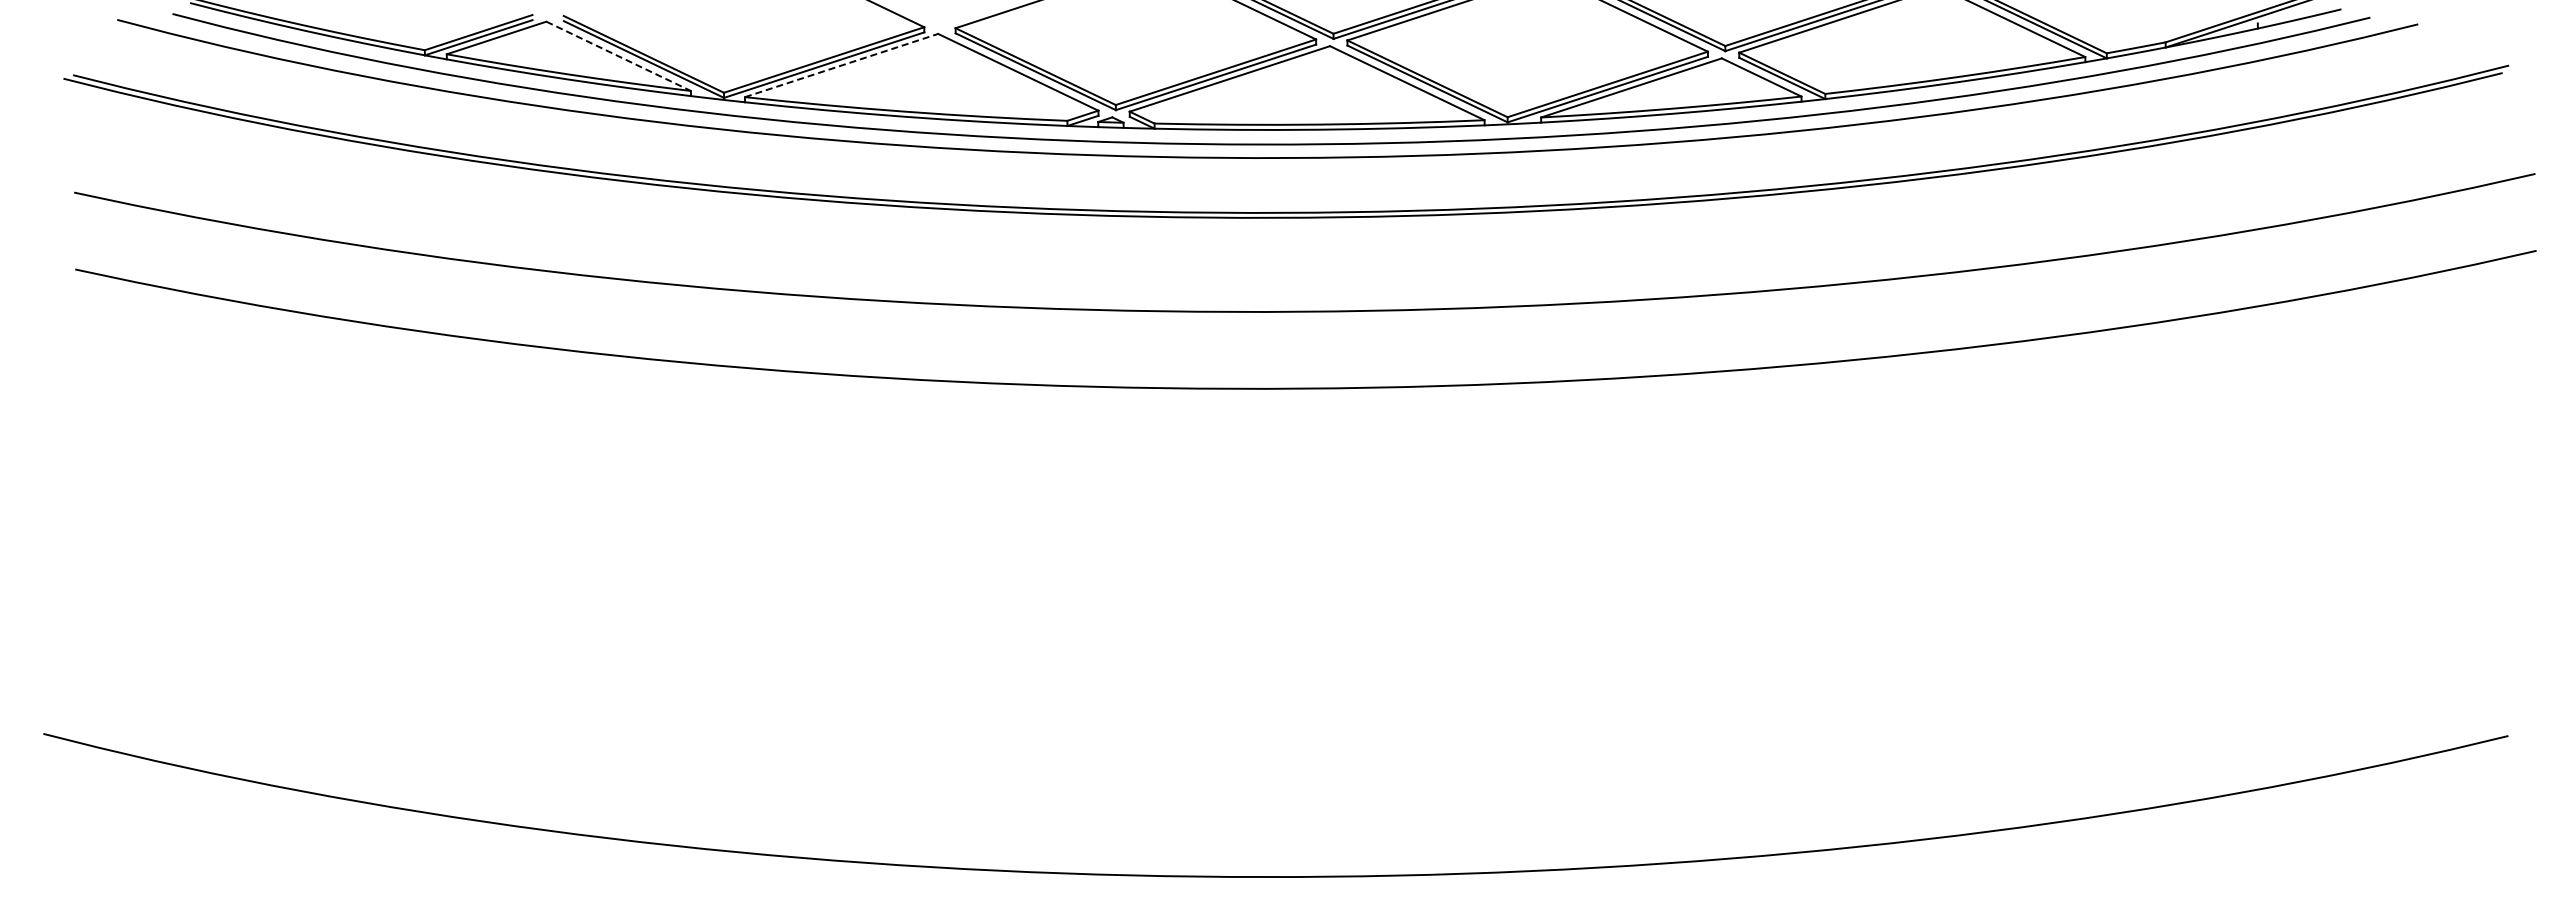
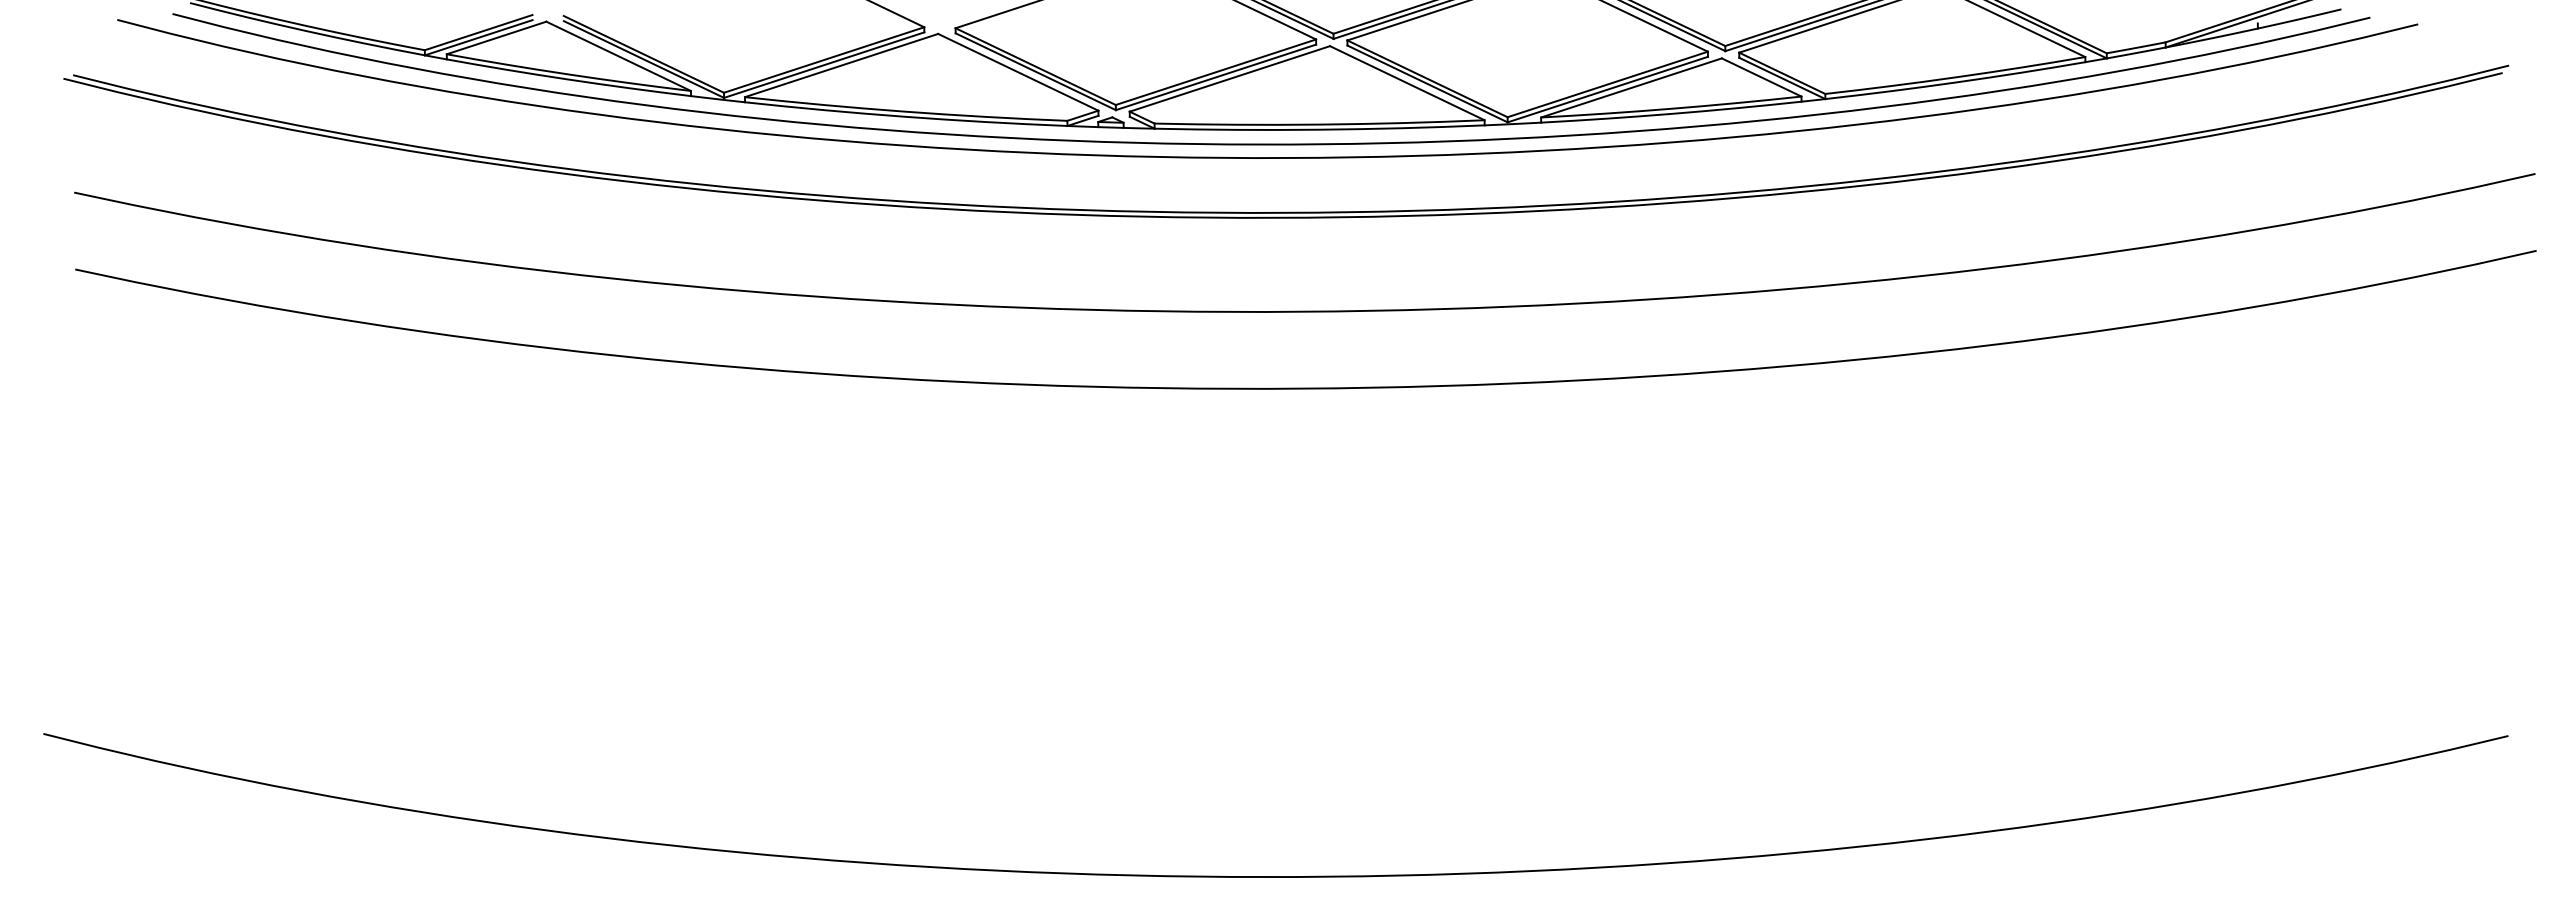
line at (619, 56): dashed -> solid
line at (841, 65): dashed -> solid
